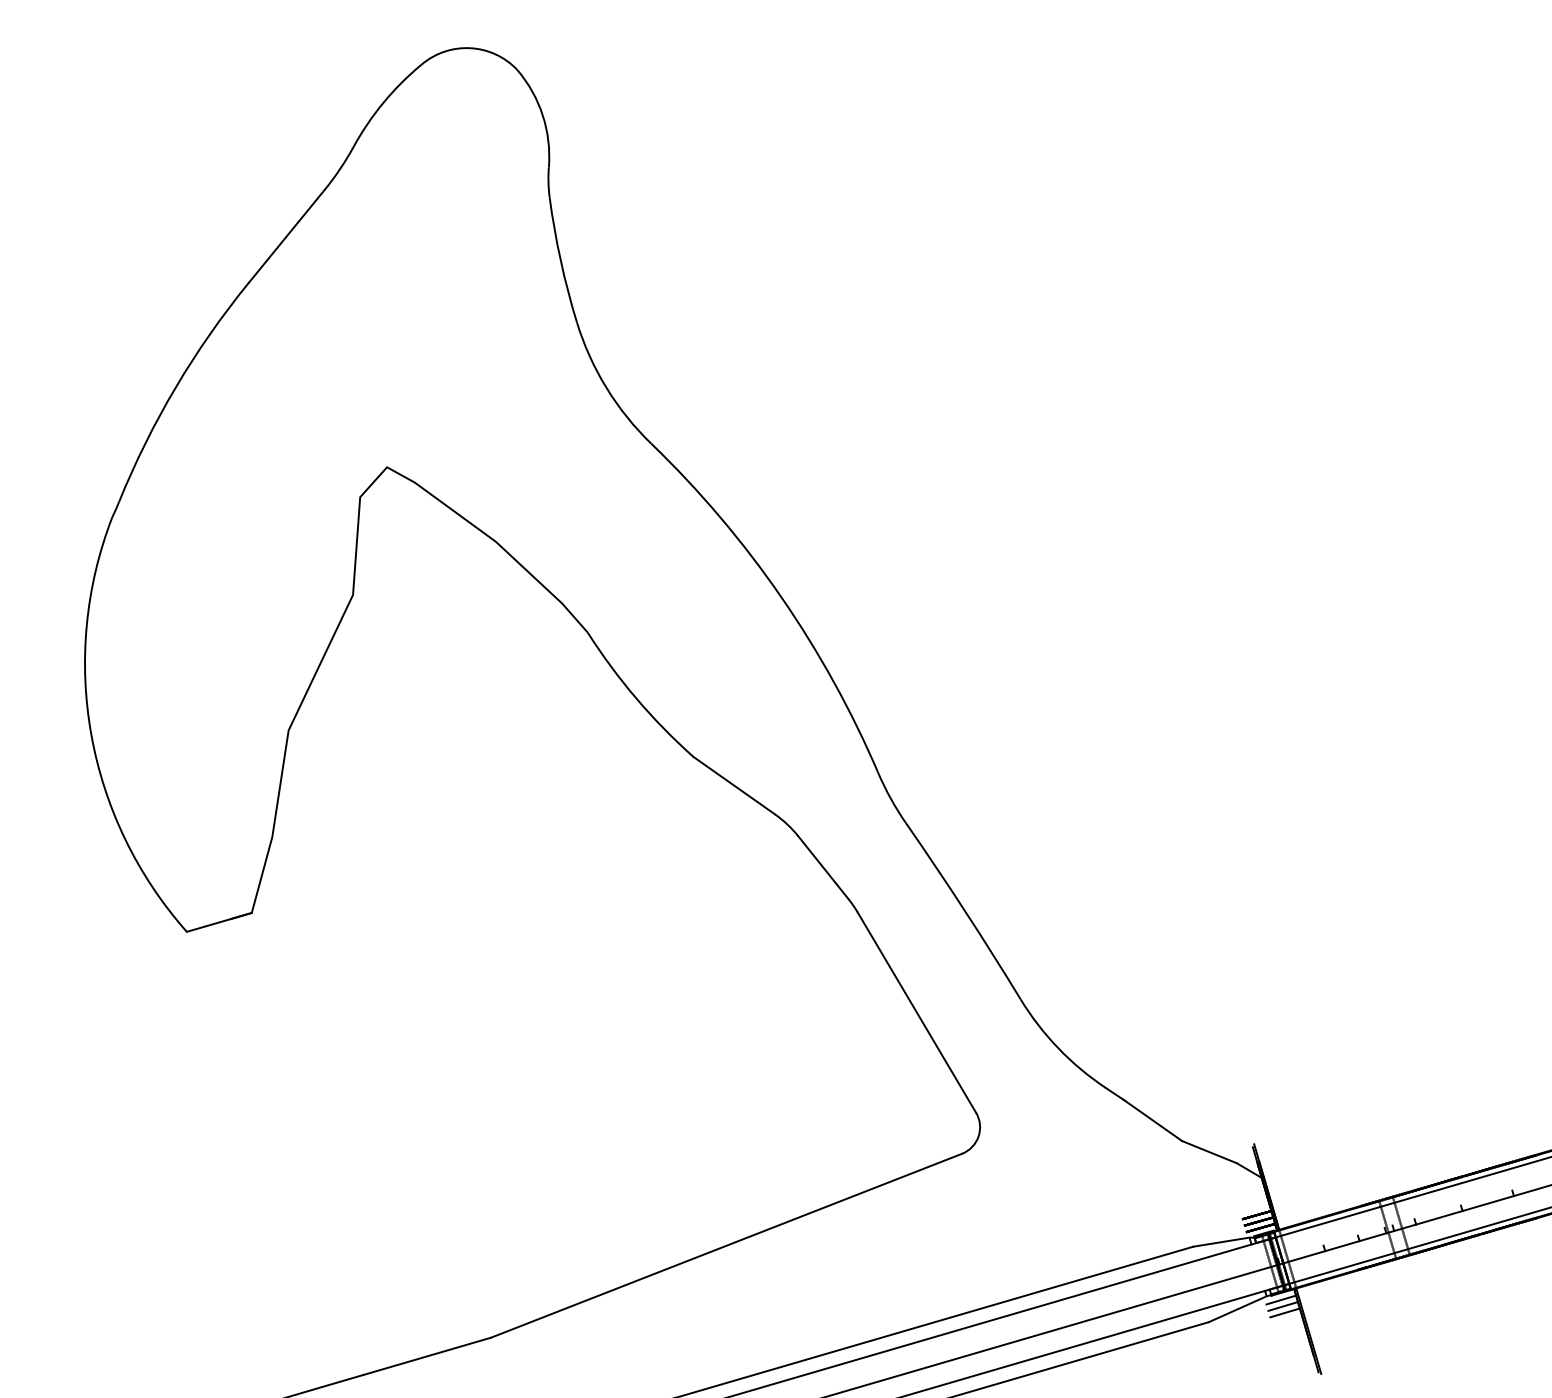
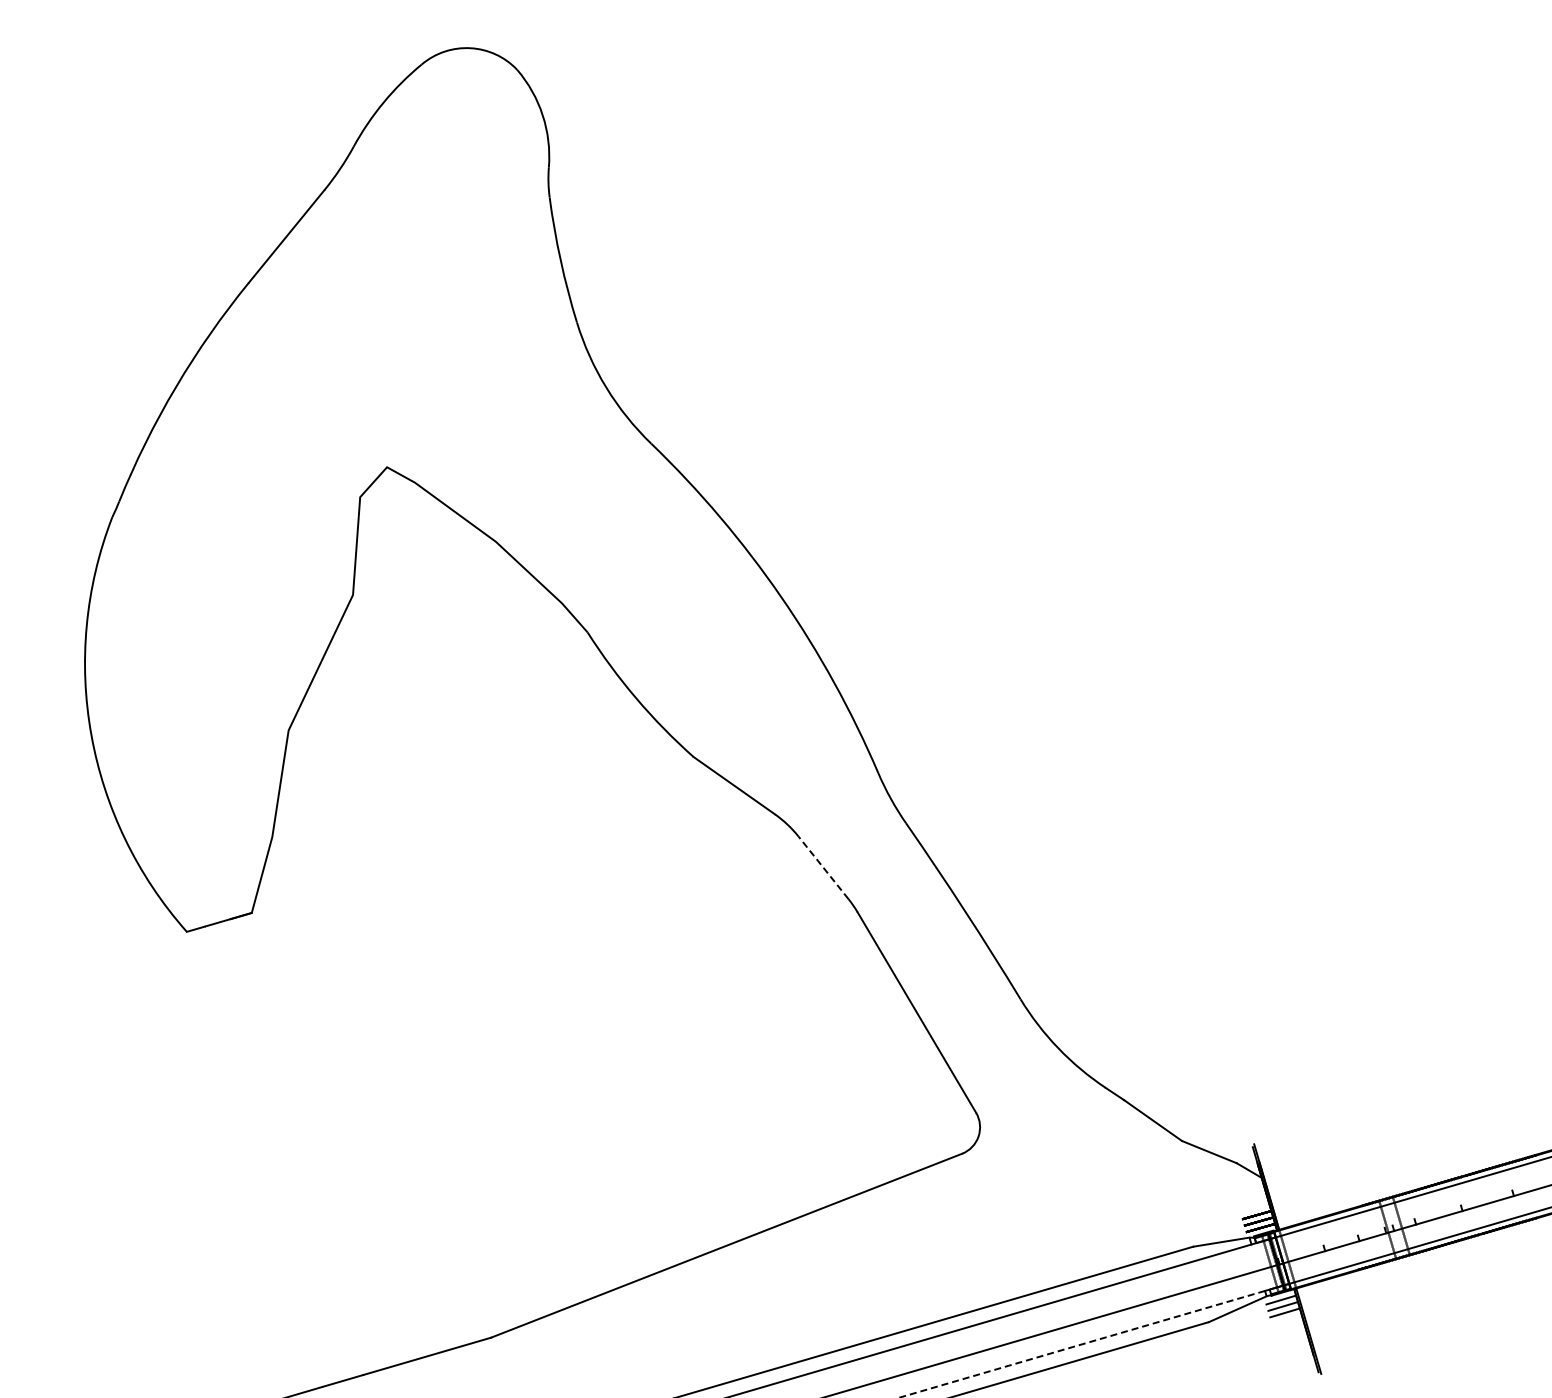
line at (823, 867): solid -> dashed
line at (1081, 1344): solid -> dashed
